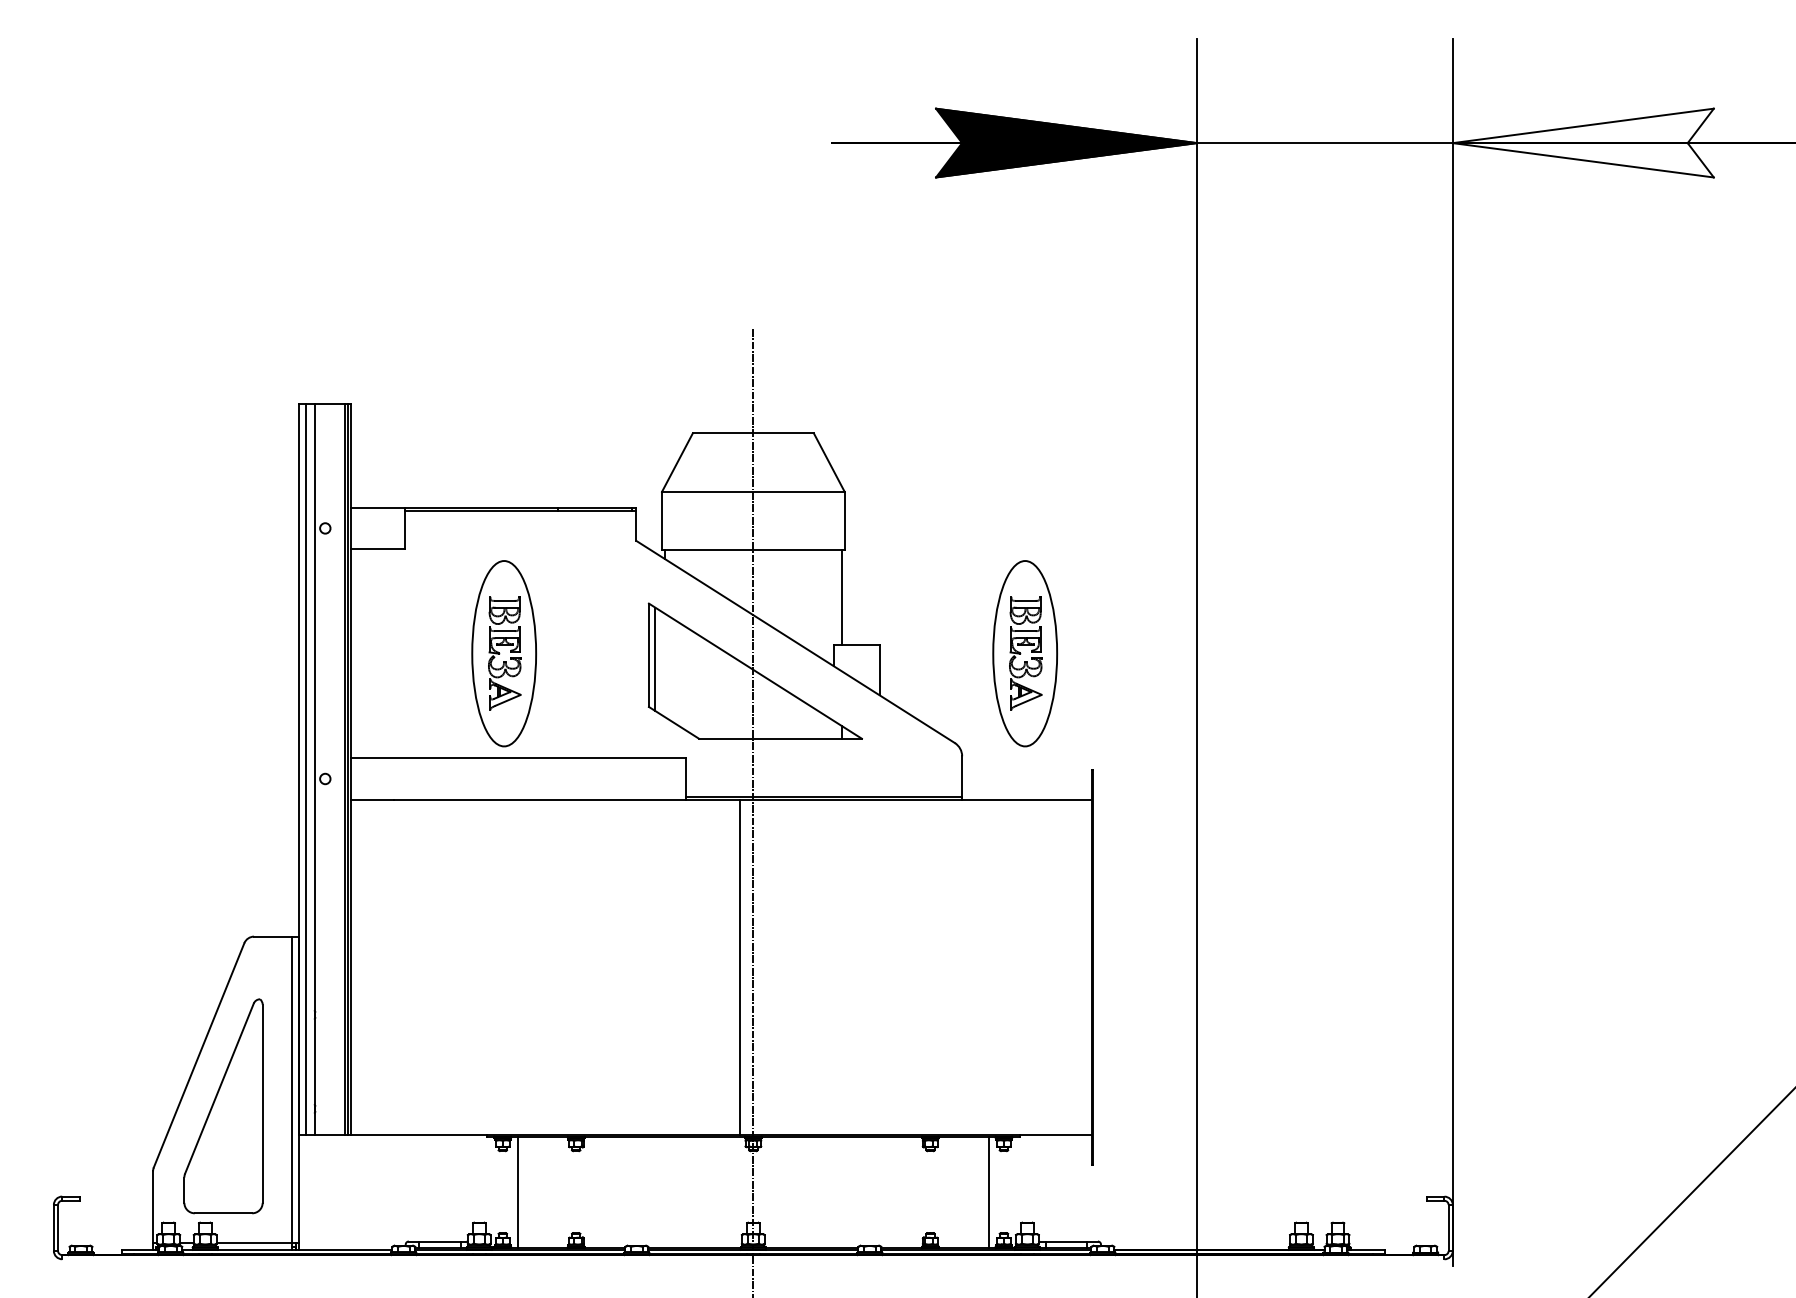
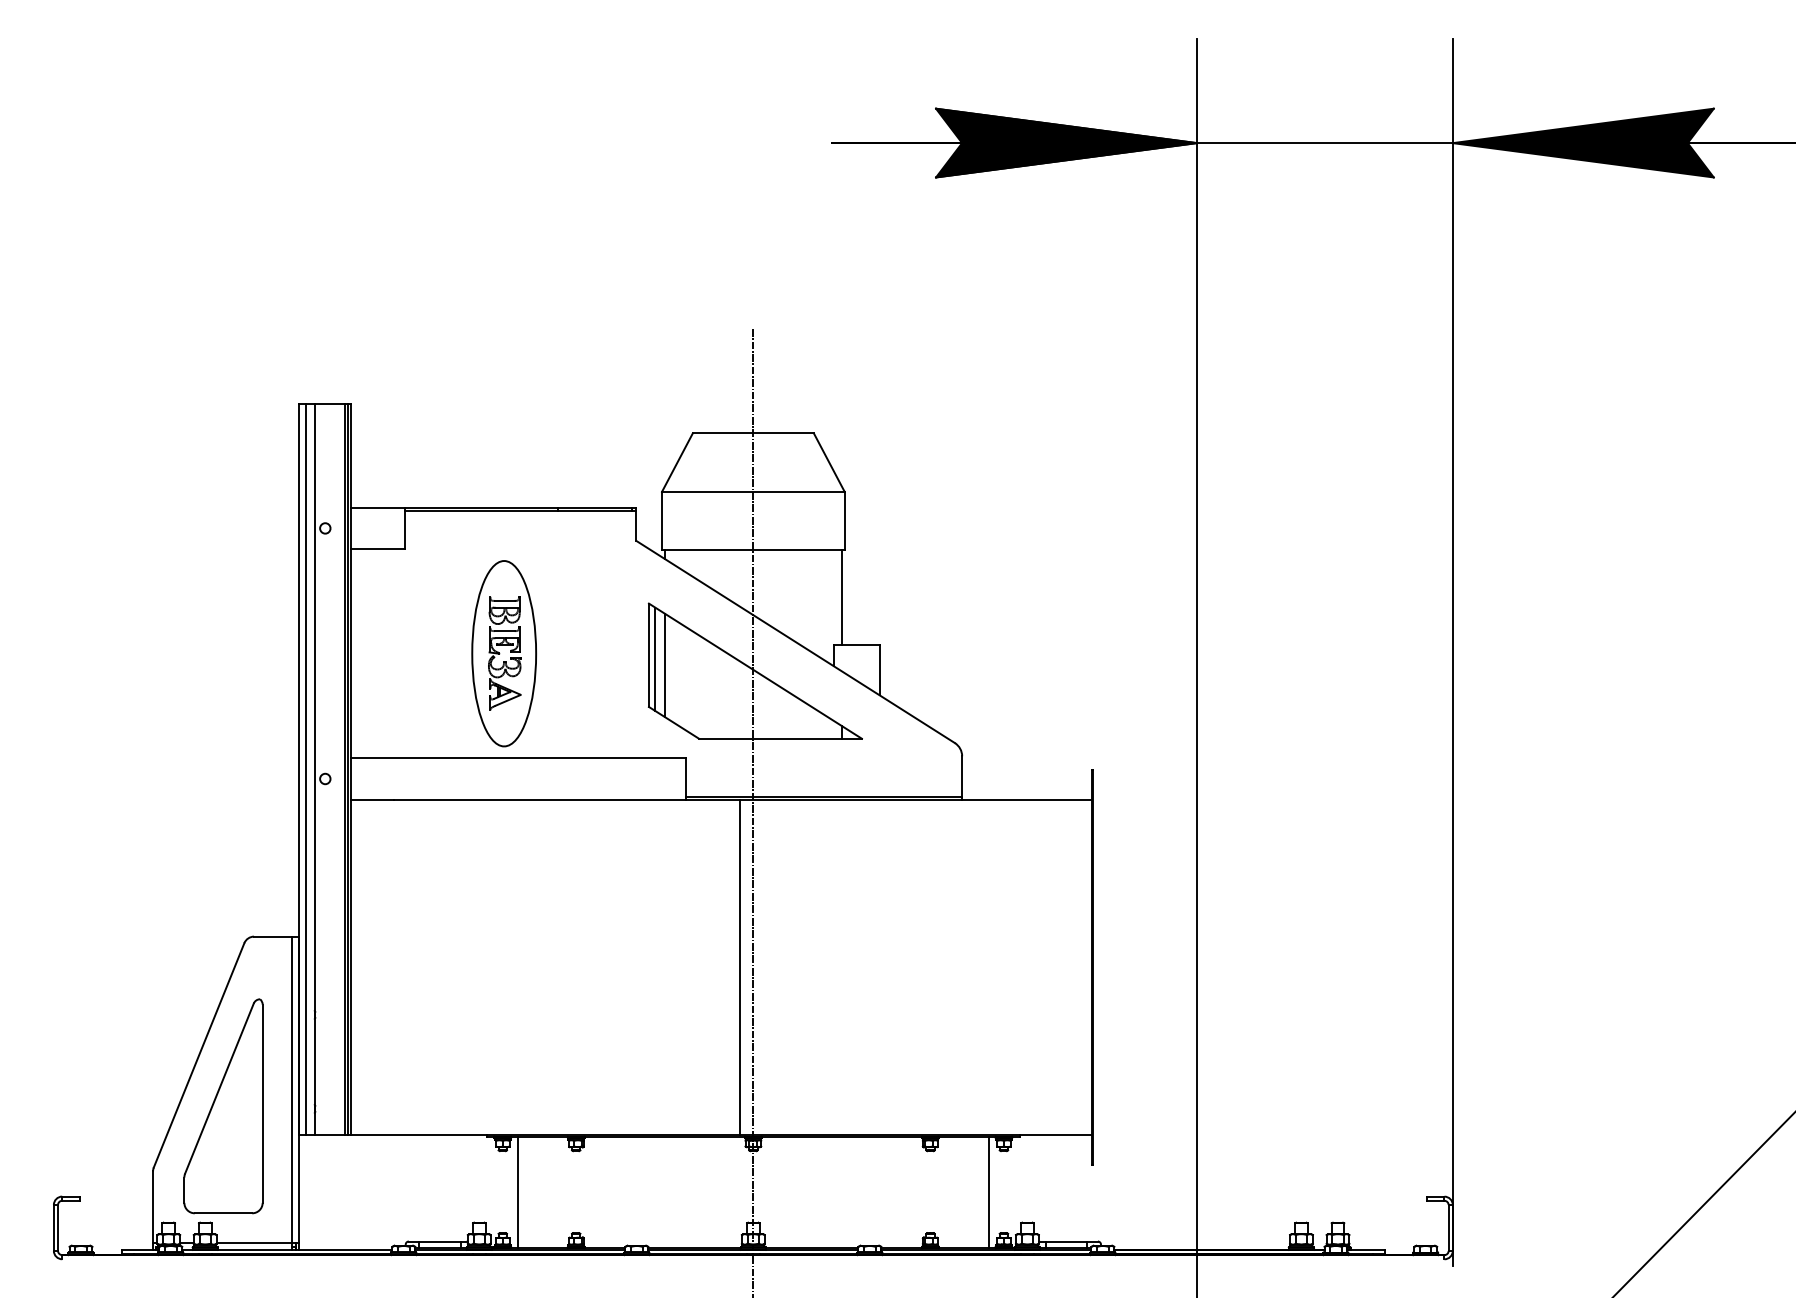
fill at (1582, 142): none -> present
part at (1025, 653): present -> none
line at (664, 664): none -> present
line at (1692, 1192) position: (1692, 1192) -> (1703, 1204)
